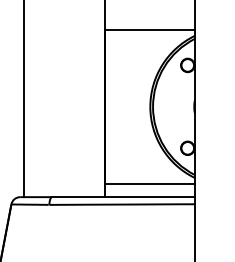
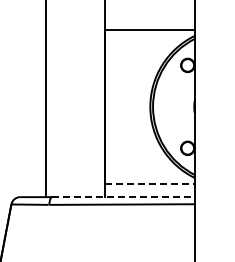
line at (24, 99) position: (24, 99) -> (46, 99)
line at (150, 183): solid -> dashed
line at (124, 197): solid -> dashed
